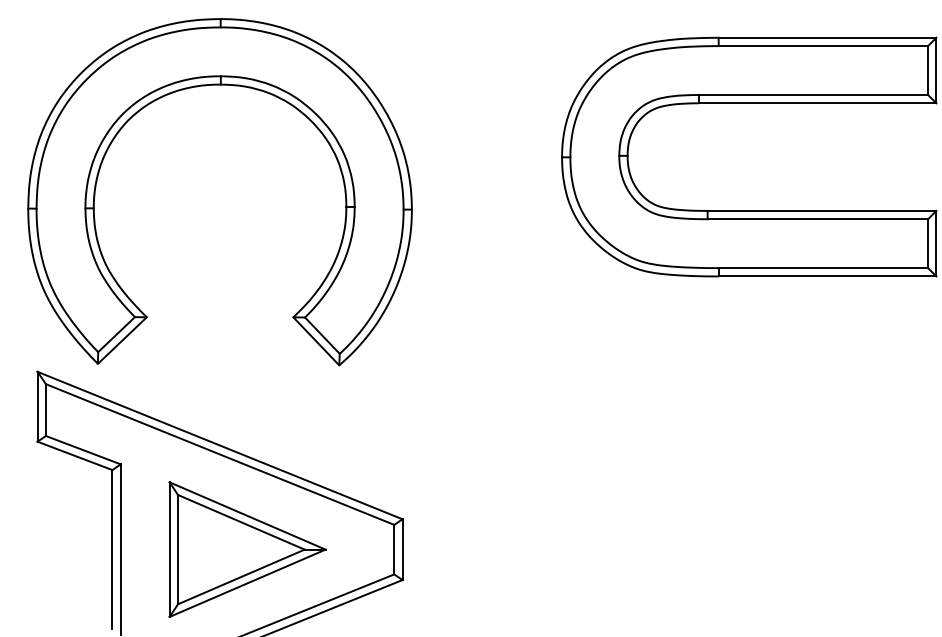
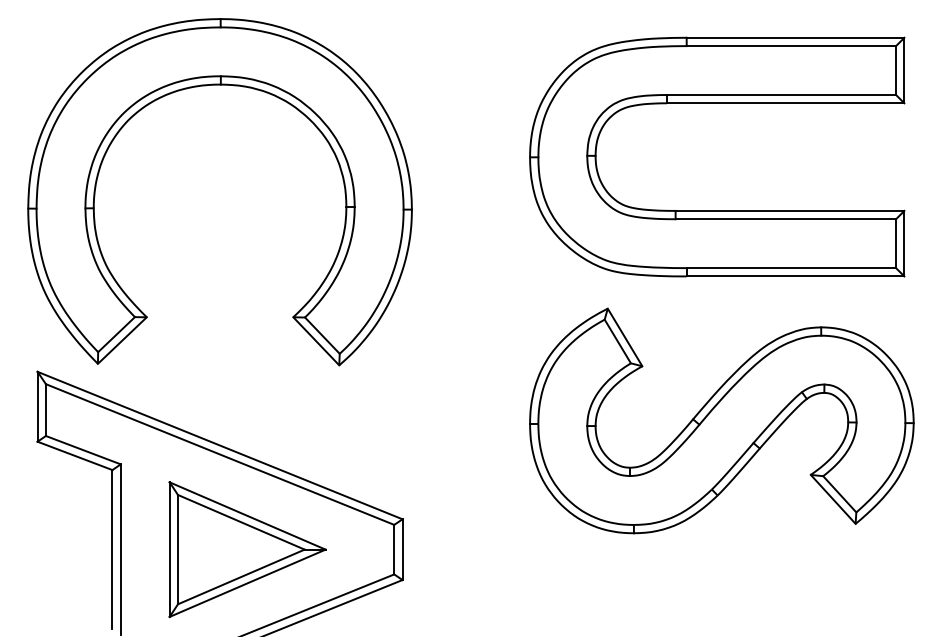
part at (749, 103) position: (749, 103) -> (717, 103)
part at (721, 420): none -> present
